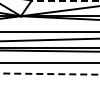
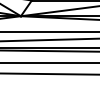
line at (65, 0): dashed -> solid
line at (50, 74): dashed -> solid
